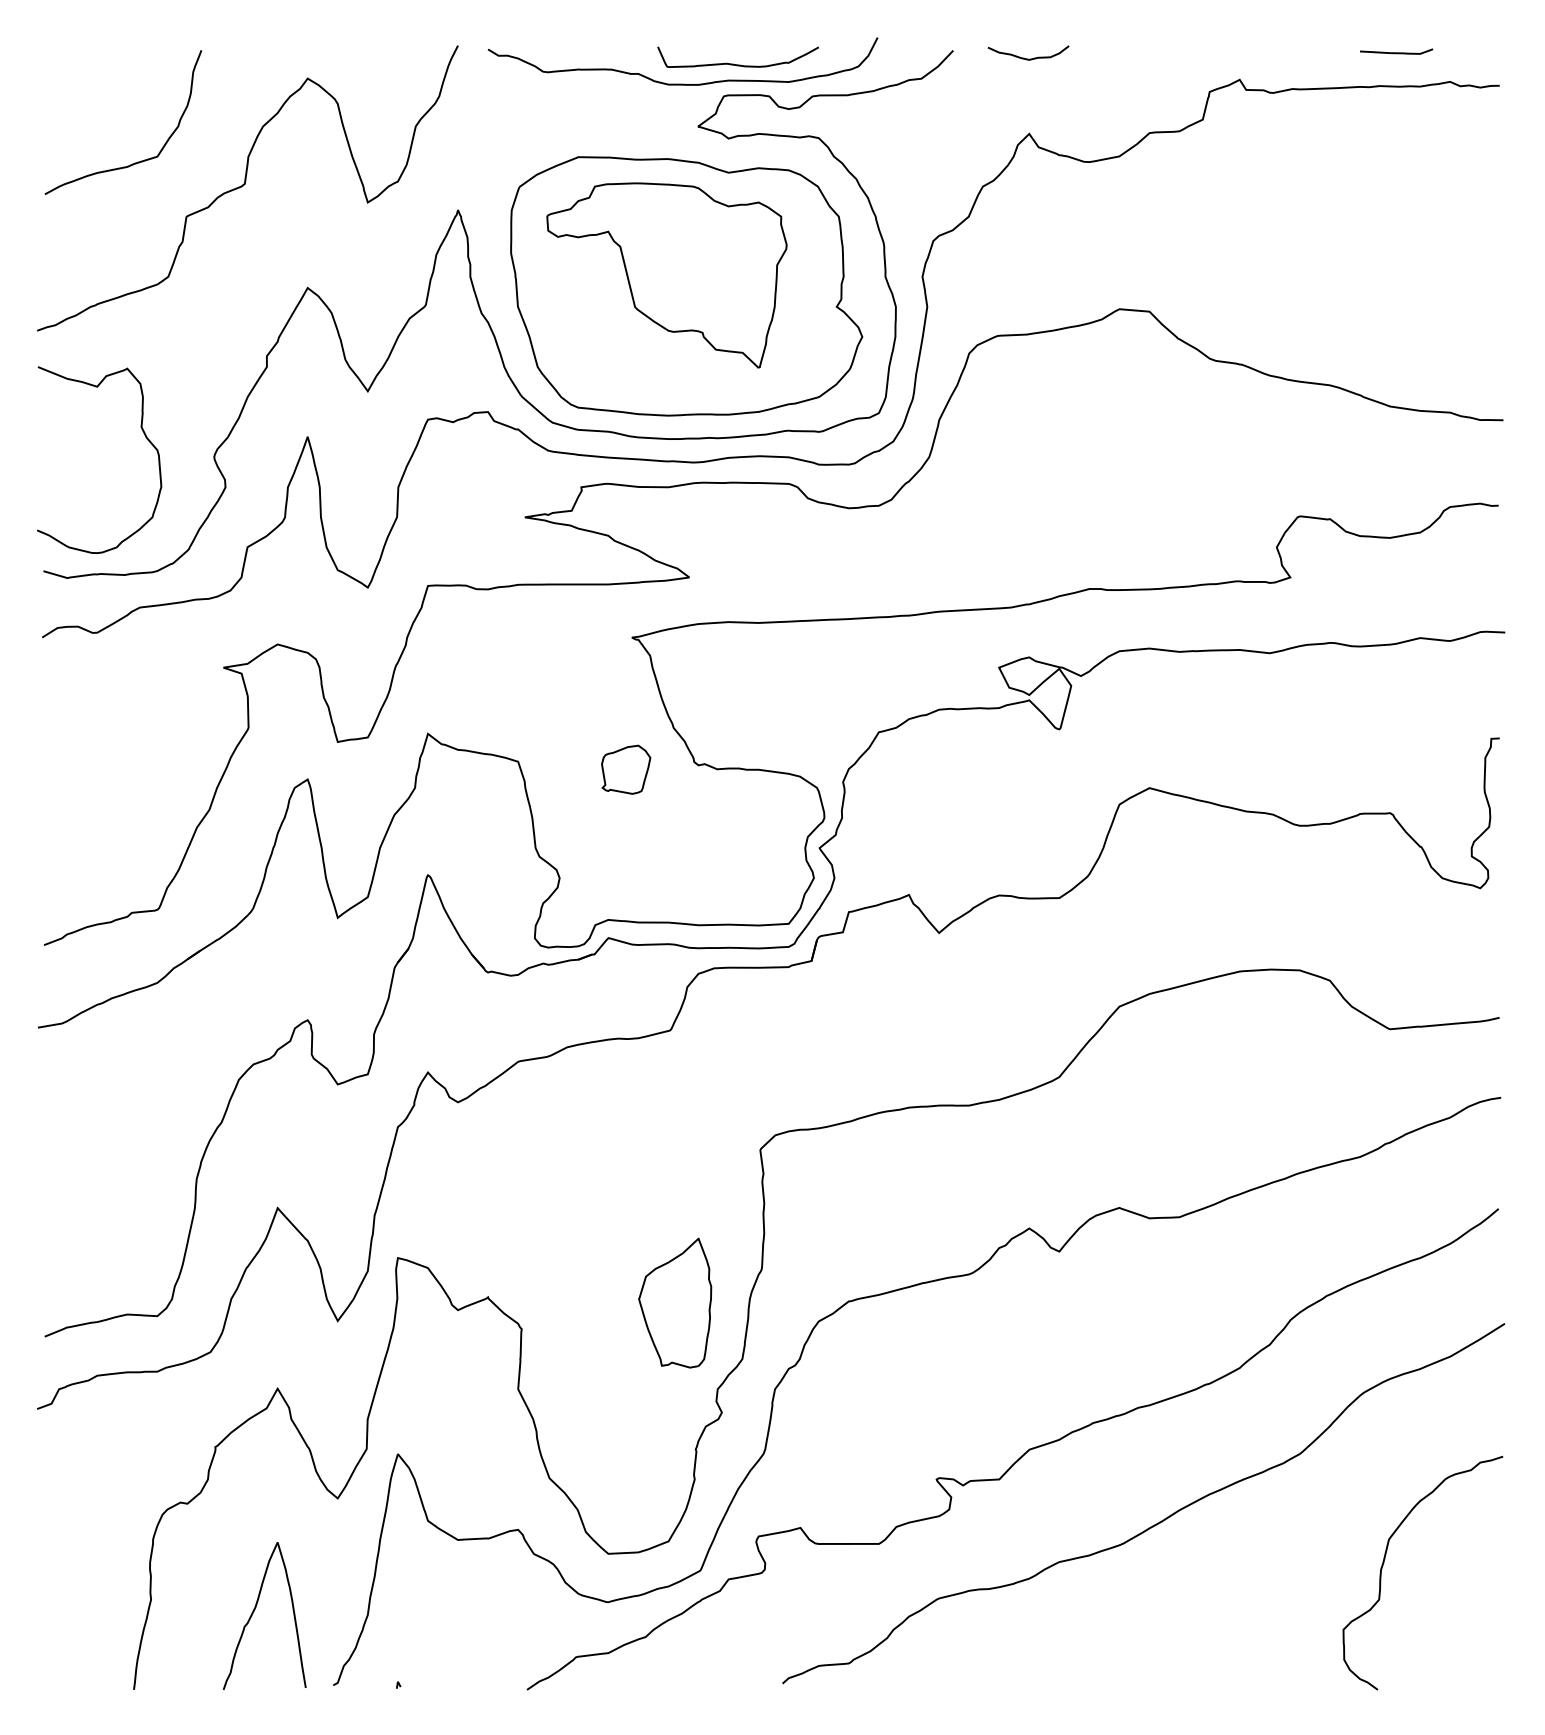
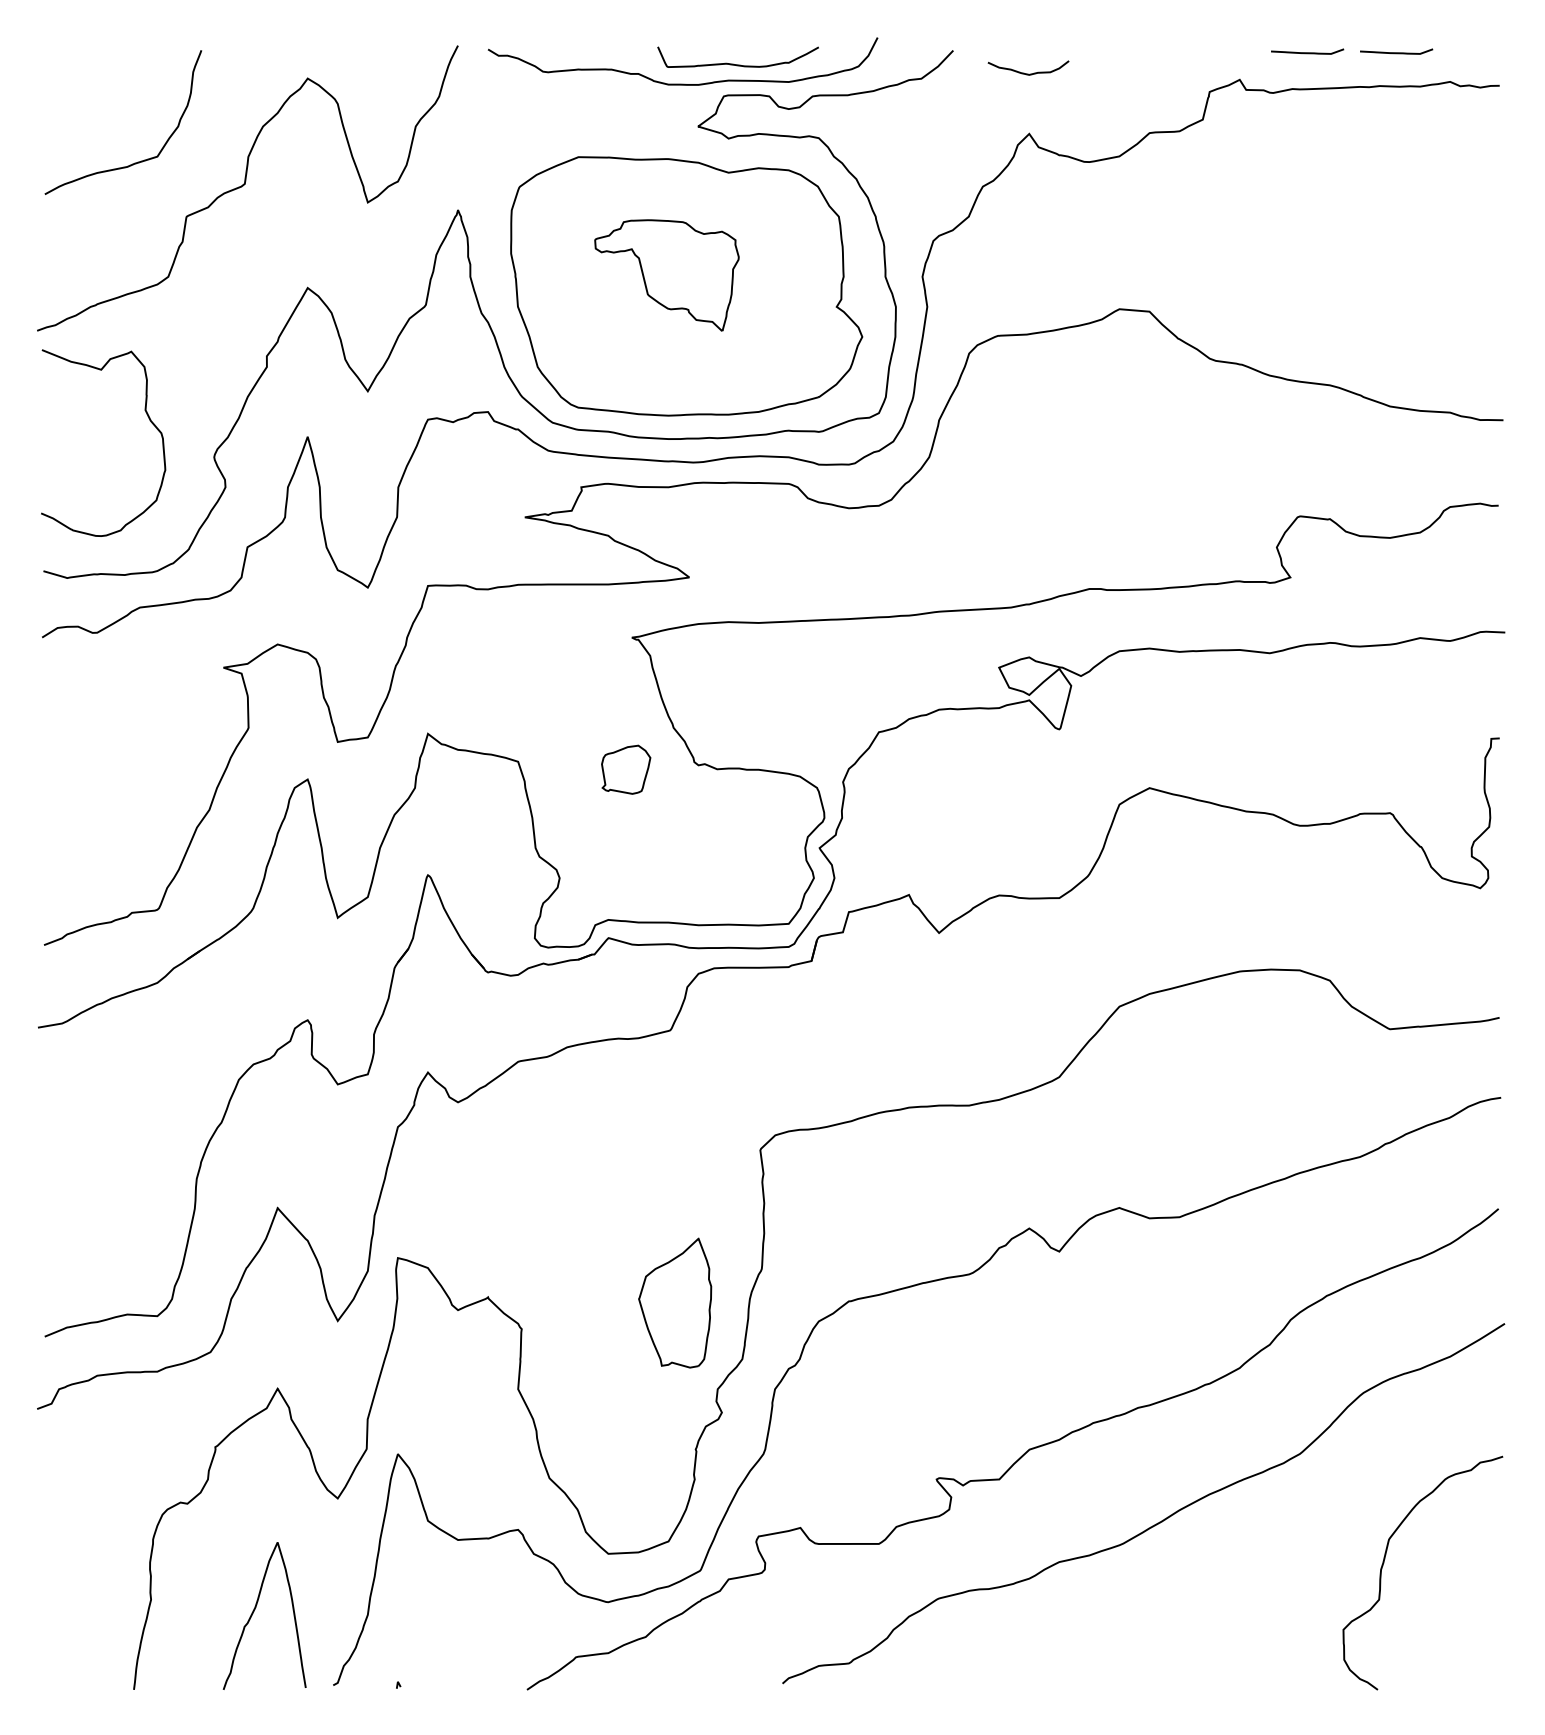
curve at (1307, 52): none -> present
curve at (1028, 58) position: (1028, 58) -> (1028, 73)
part at (666, 275) size: 242x187 px -> 146x113 px
curve at (145, 437) position: (145, 437) -> (149, 420)
